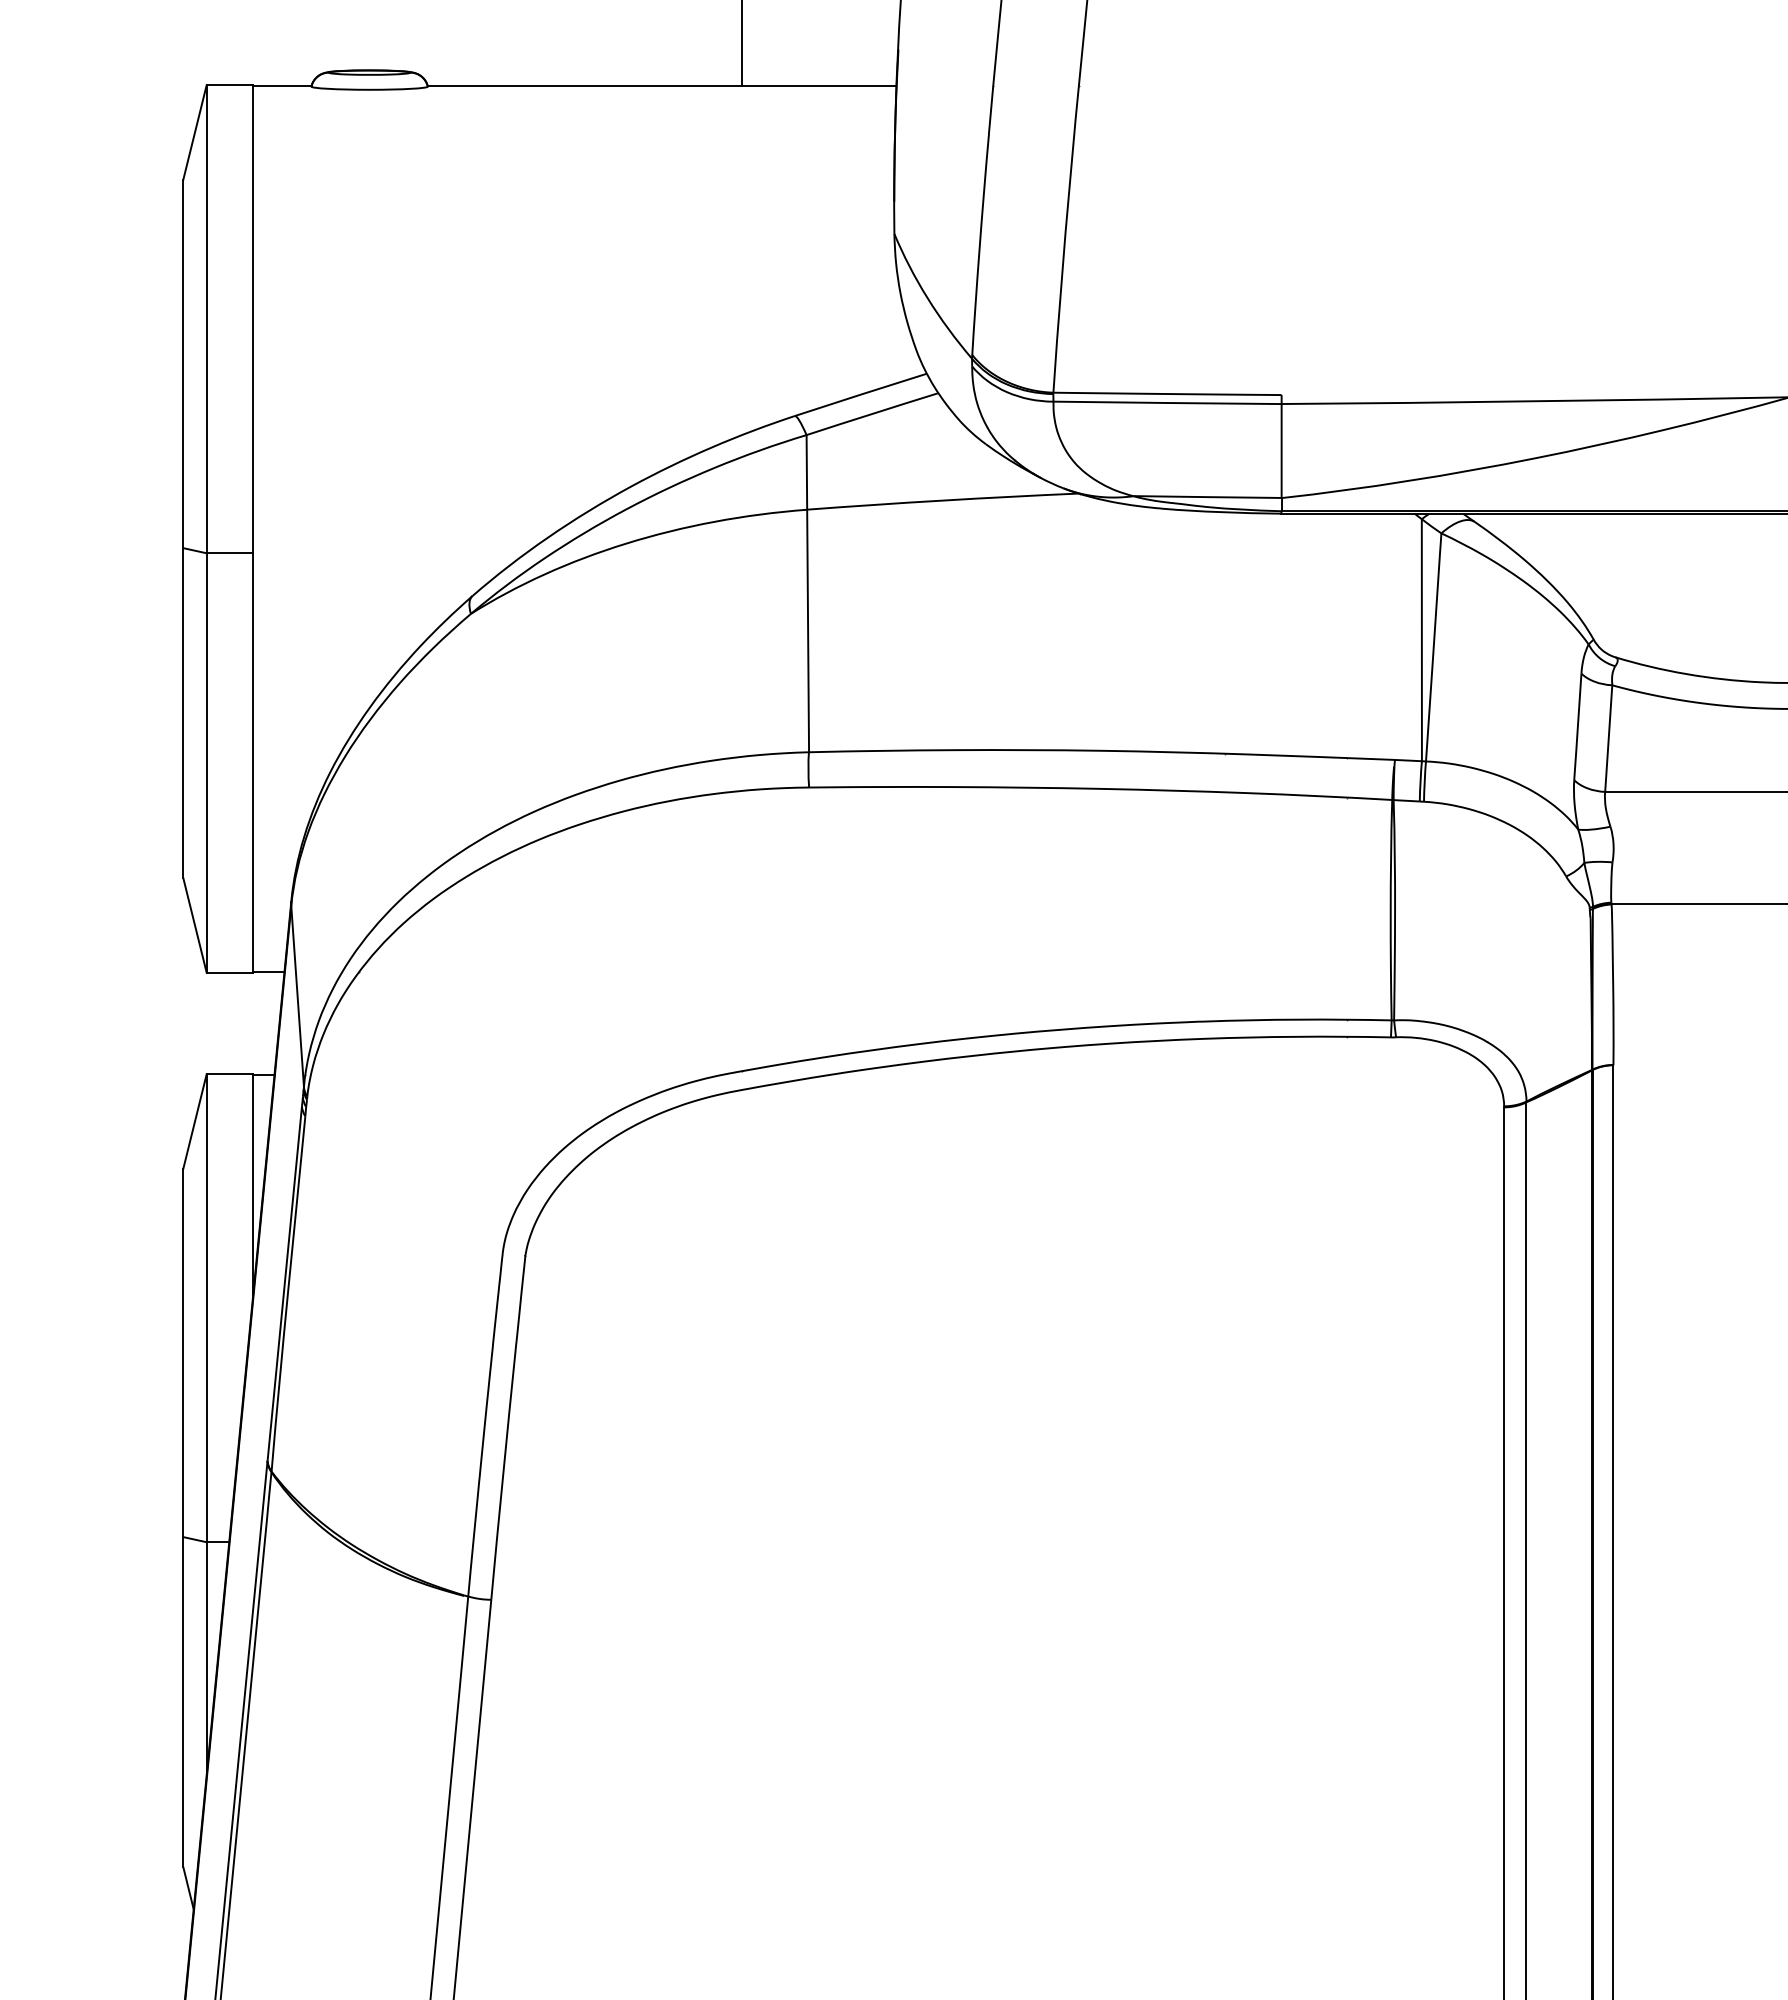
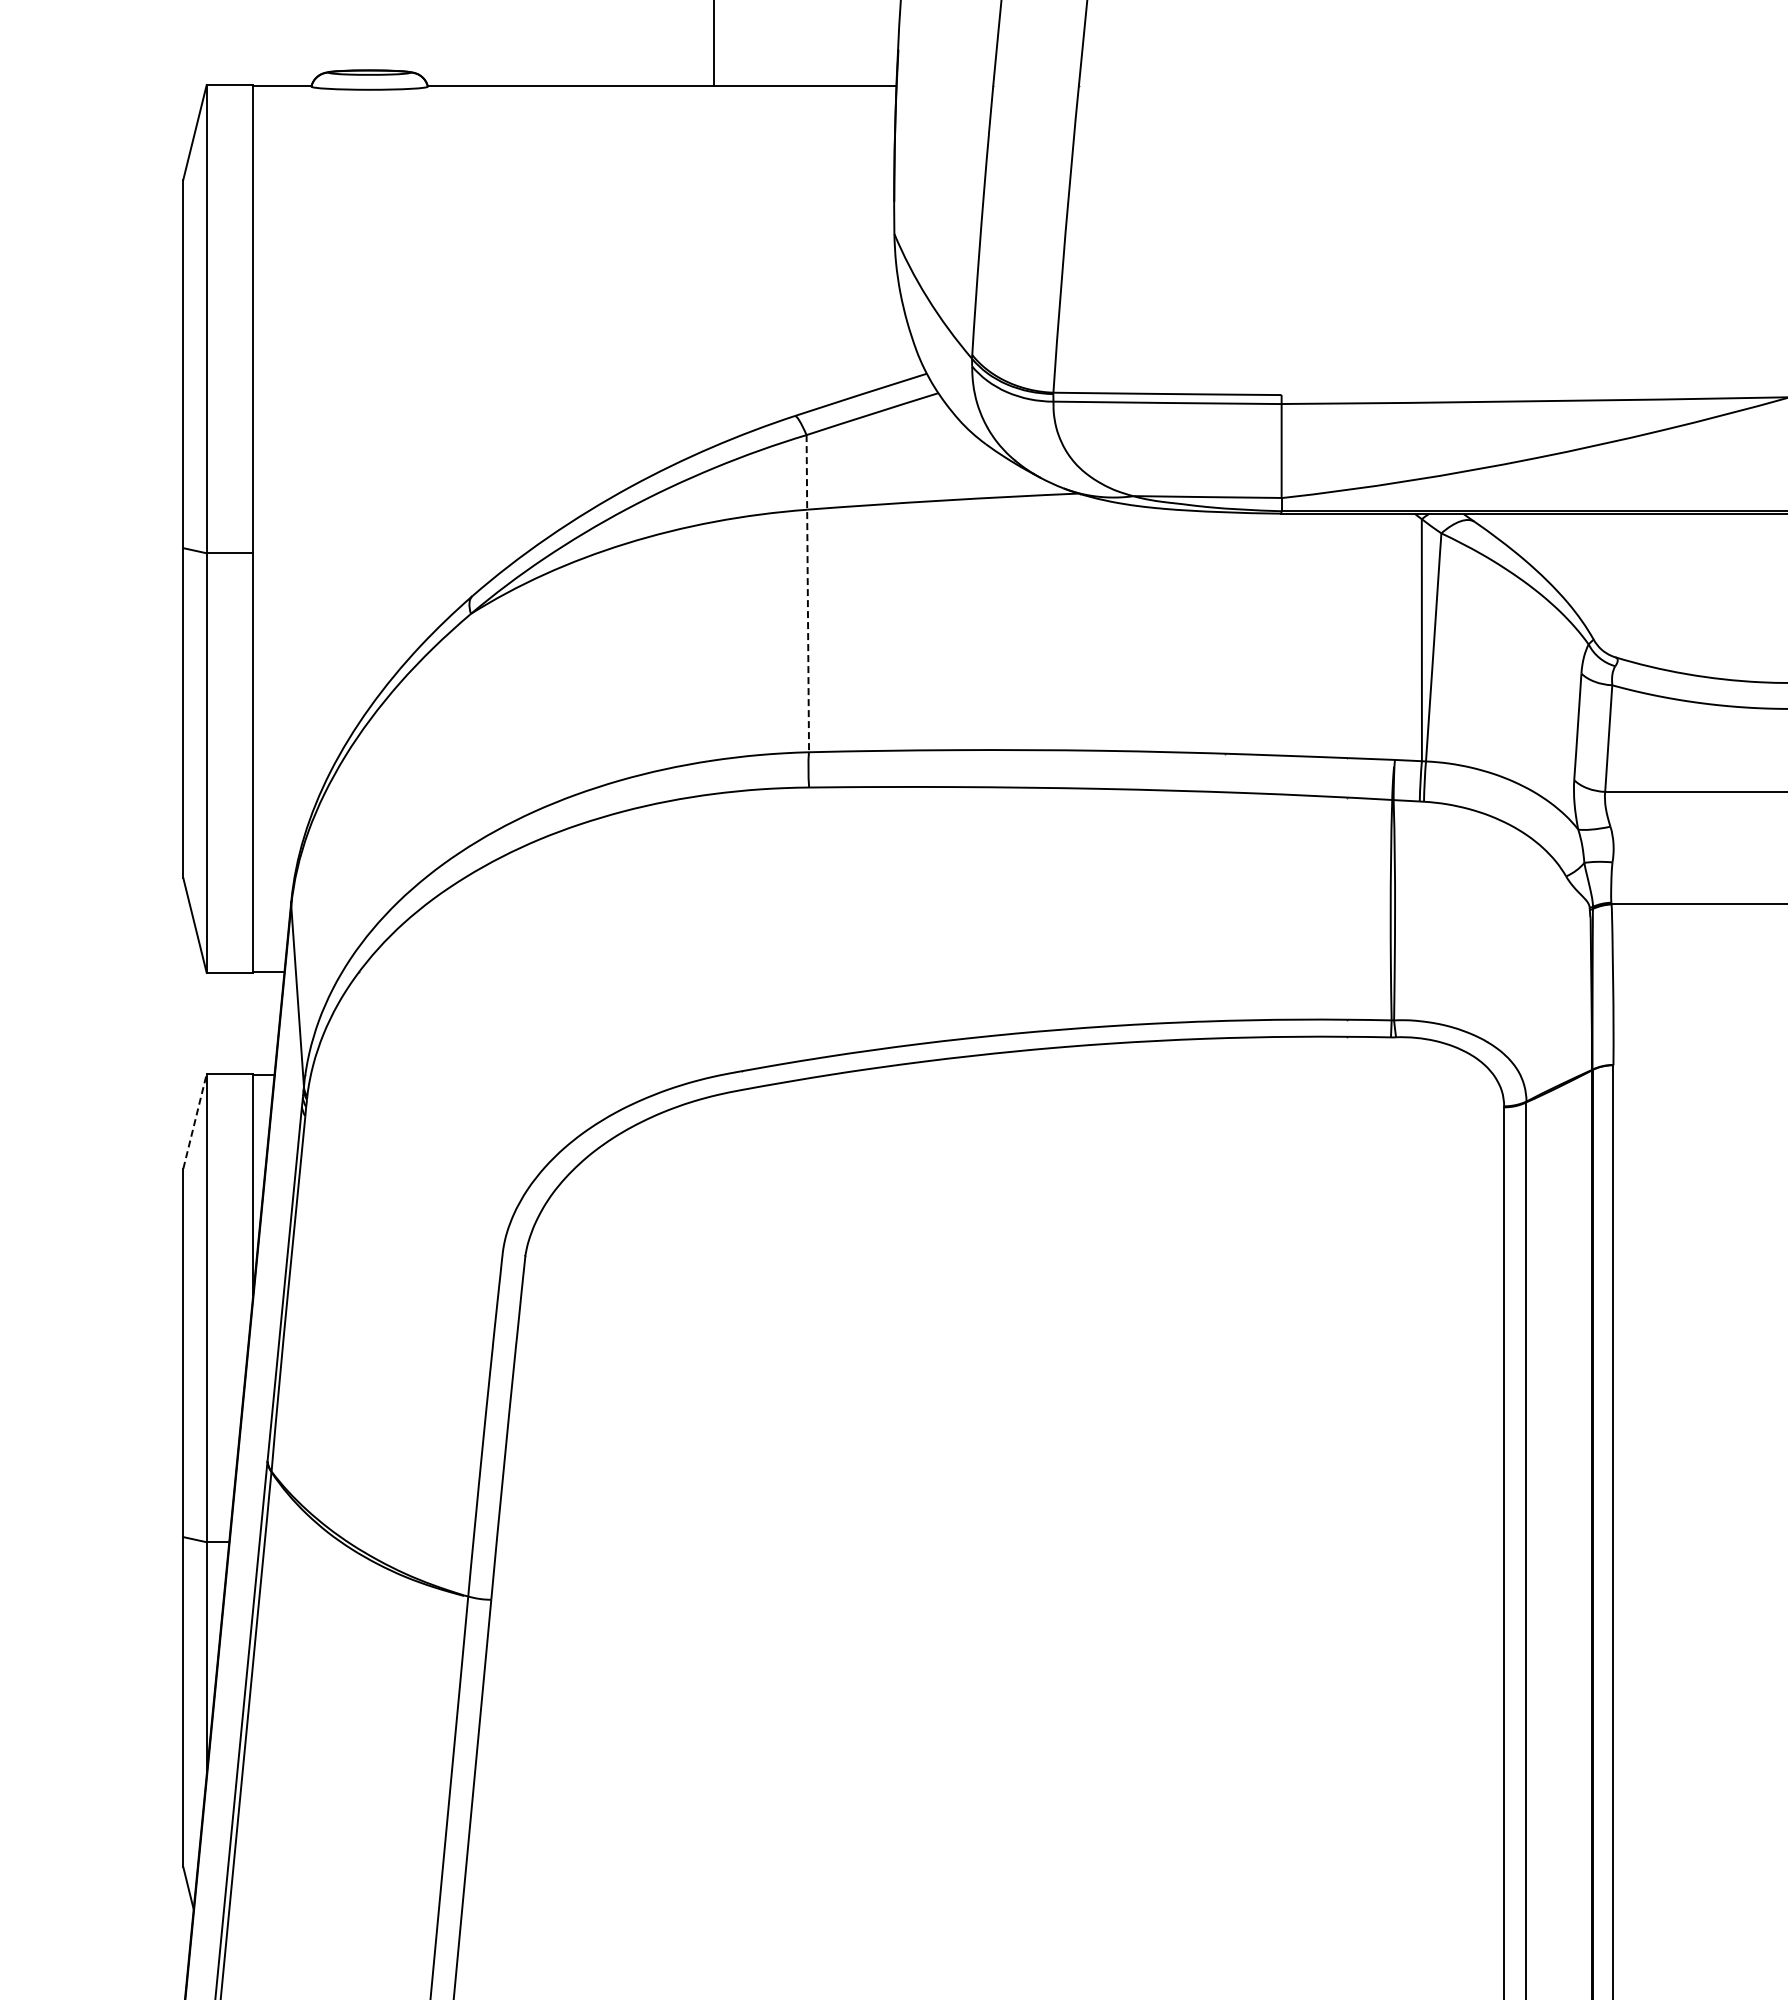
line at (742, 43) position: (742, 43) -> (714, 43)
line at (807, 593): solid -> dashed
line at (195, 1121): solid -> dashed
